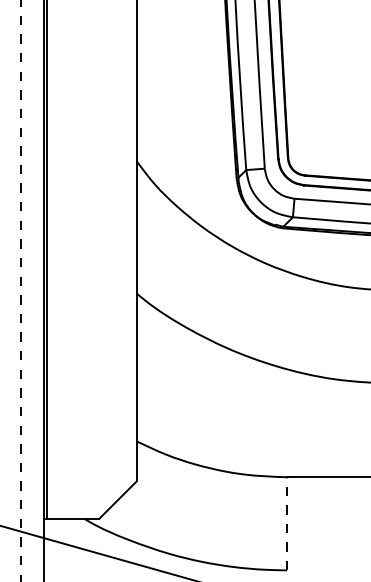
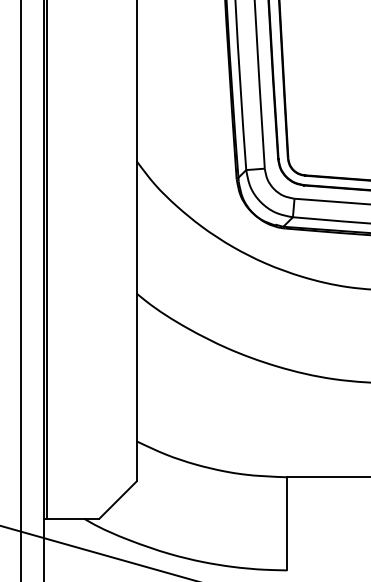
line at (21, 291): dashed -> solid
line at (287, 523): dashed -> solid
